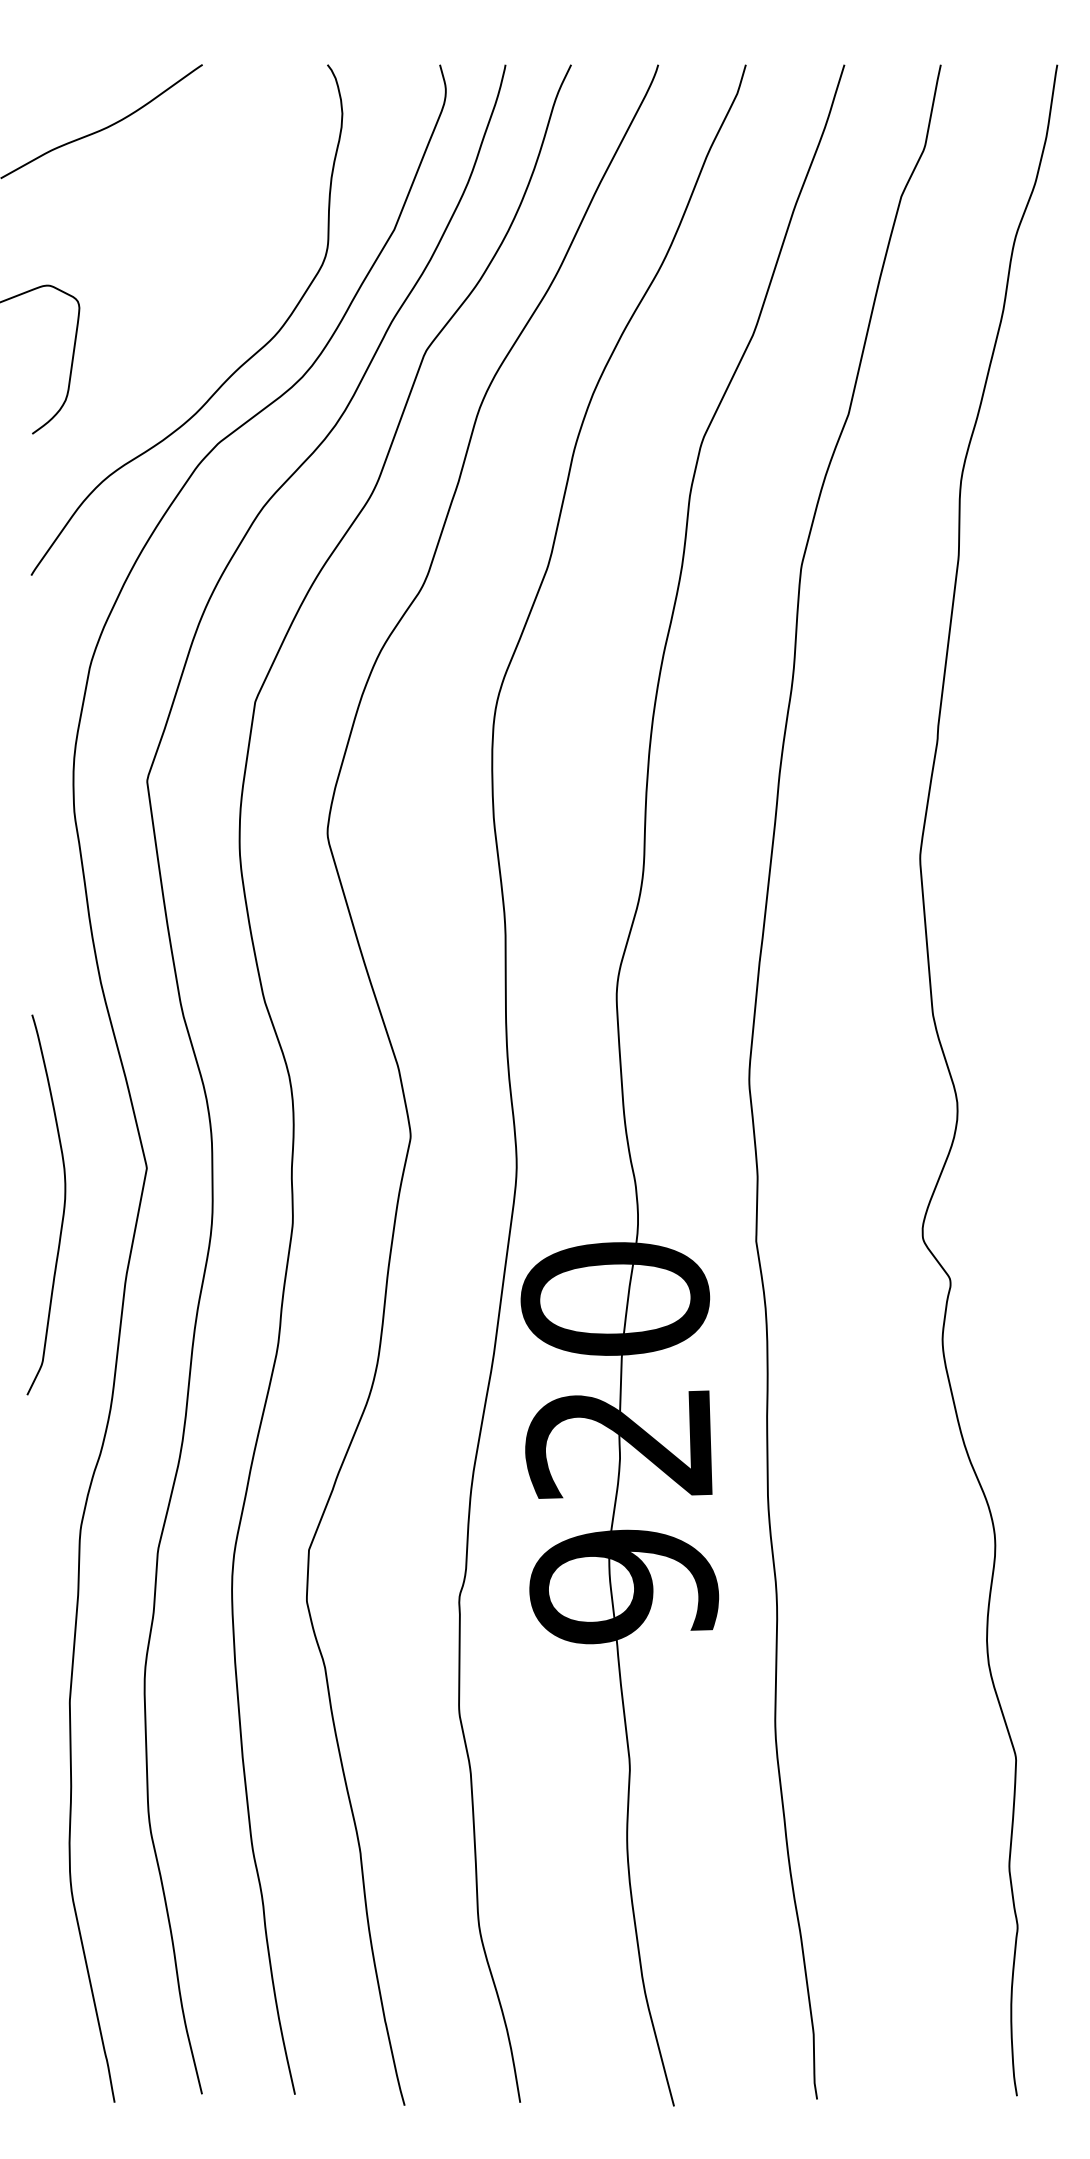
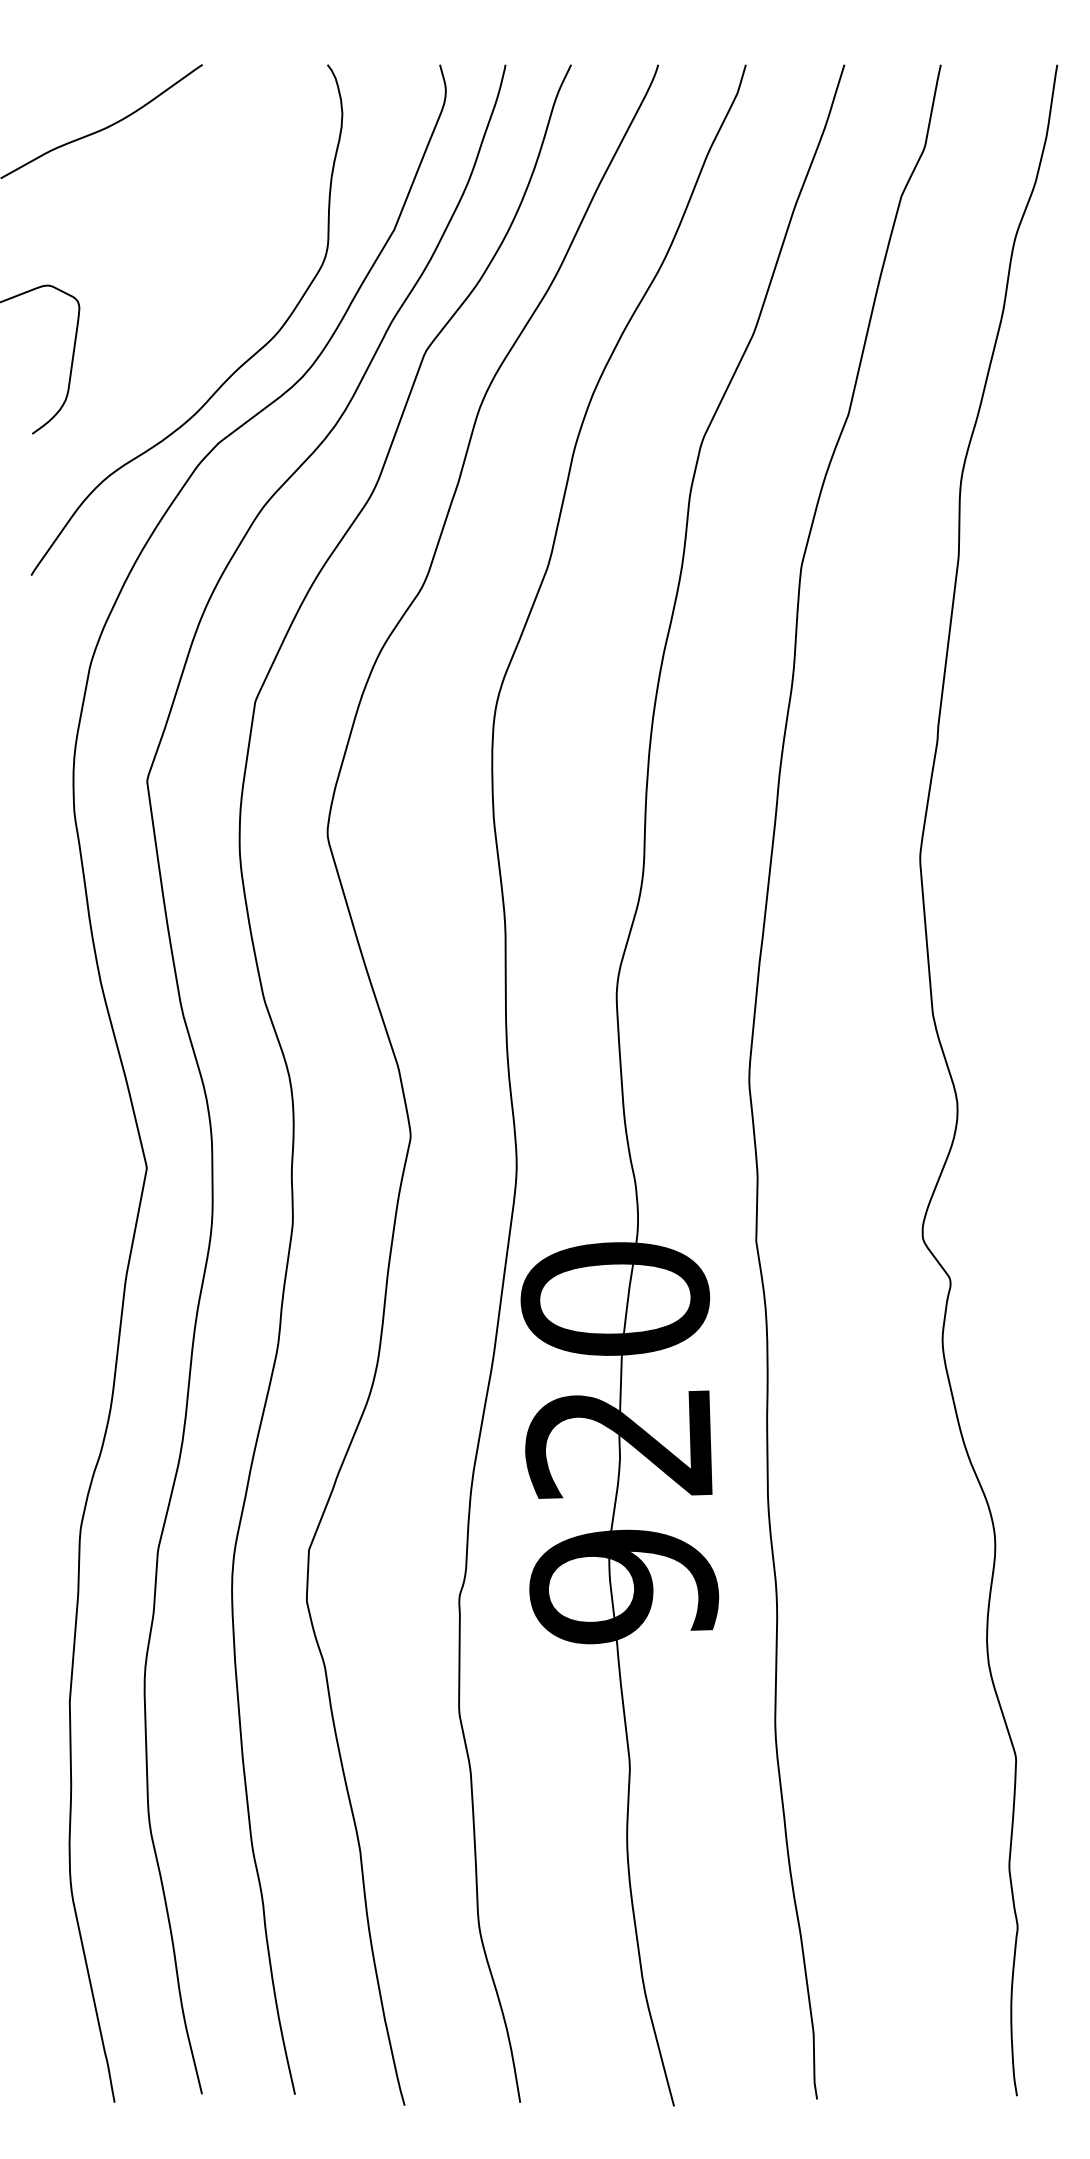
curve at (63, 1204): present -> none
